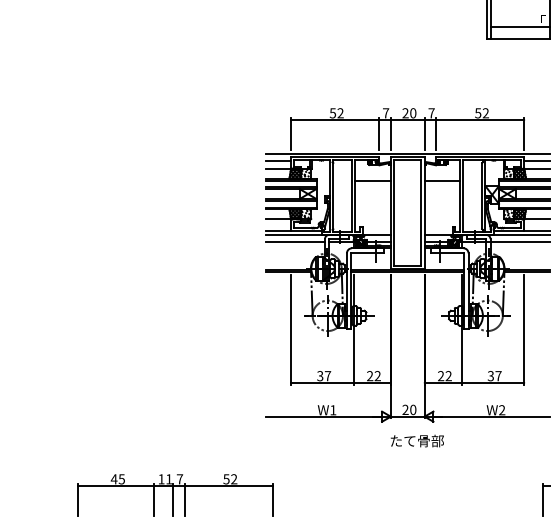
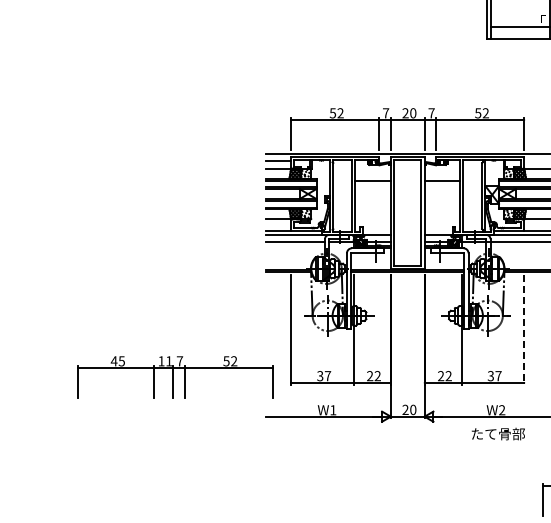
line at (535, 160): present -> none
line at (524, 330): solid -> dashed
text at (416, 440) position: (416, 440) -> (497, 433)
part at (175, 495) position: (175, 495) -> (175, 377)
